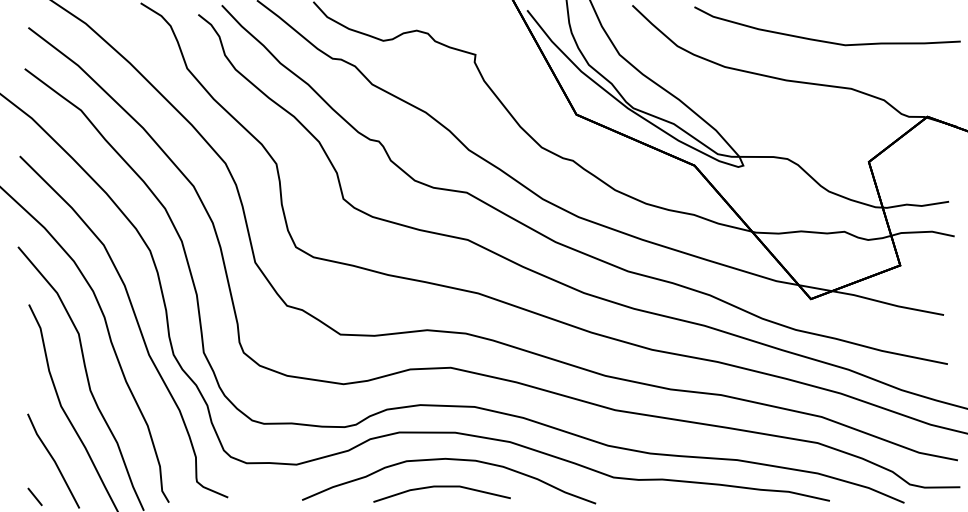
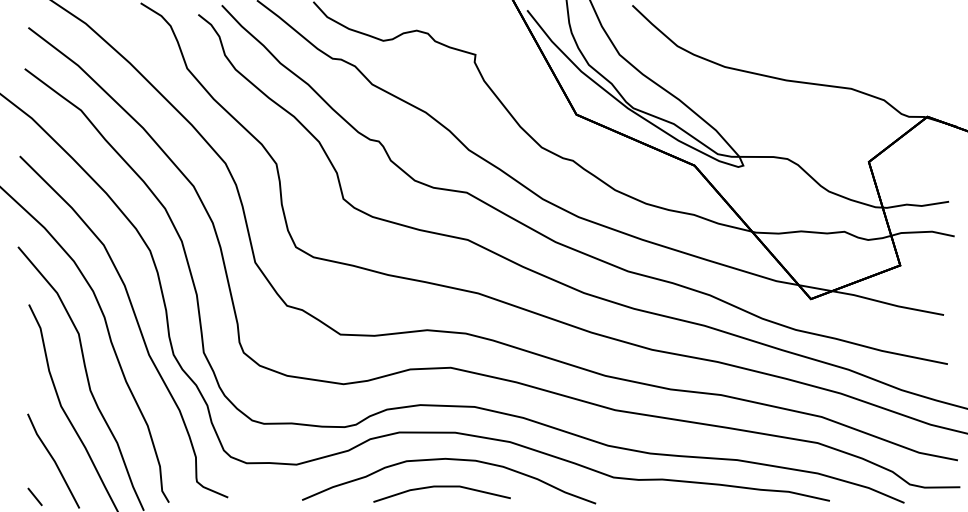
curve at (824, 40): present -> none
